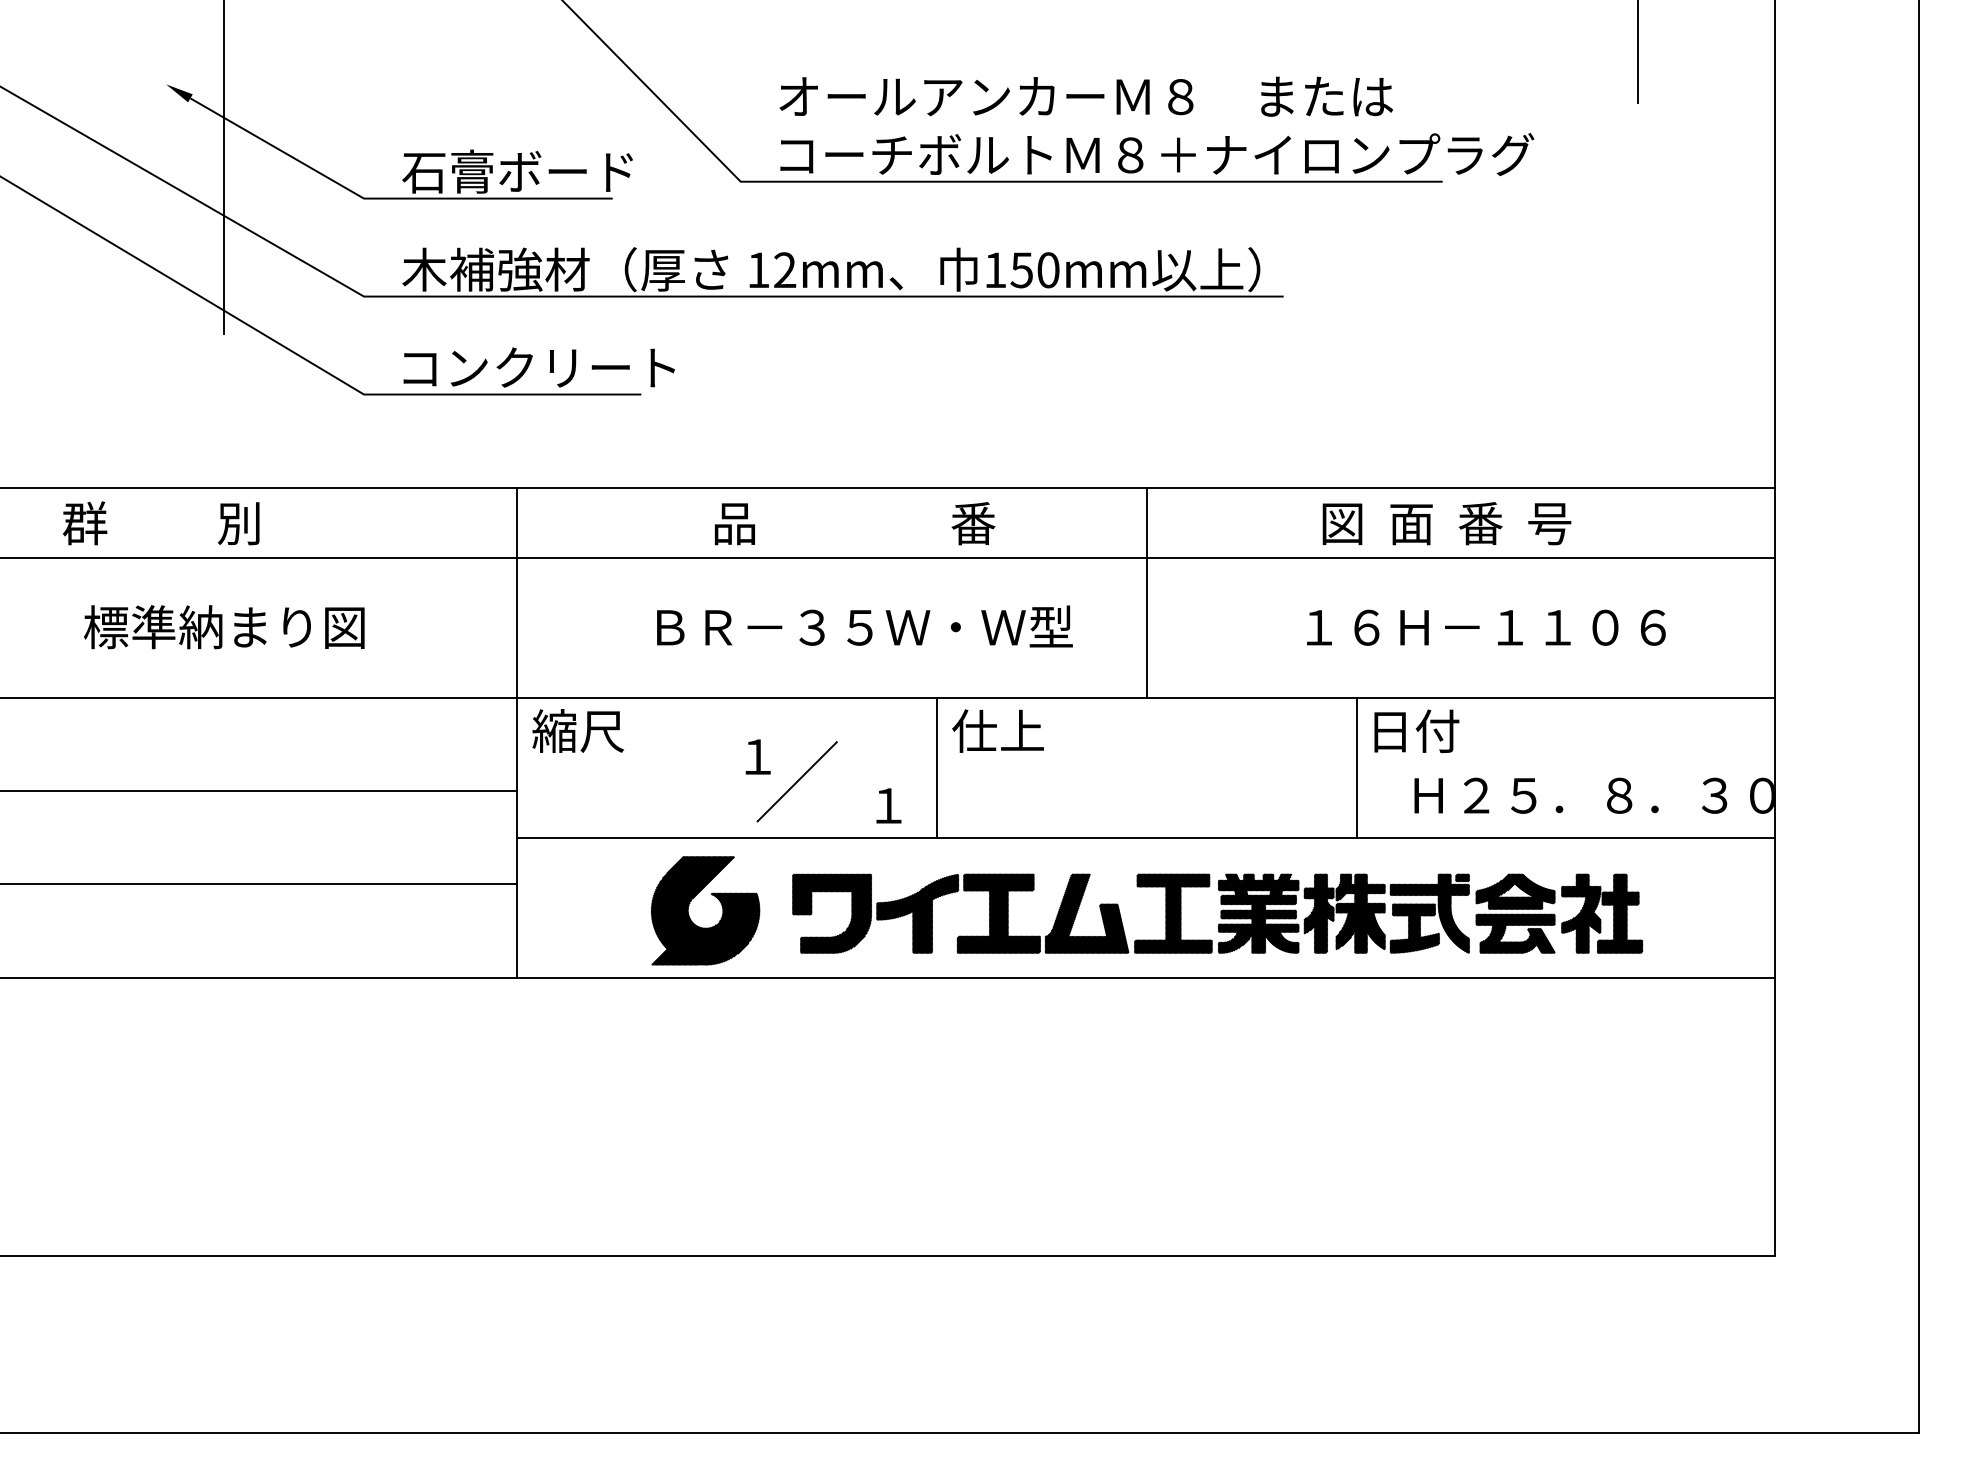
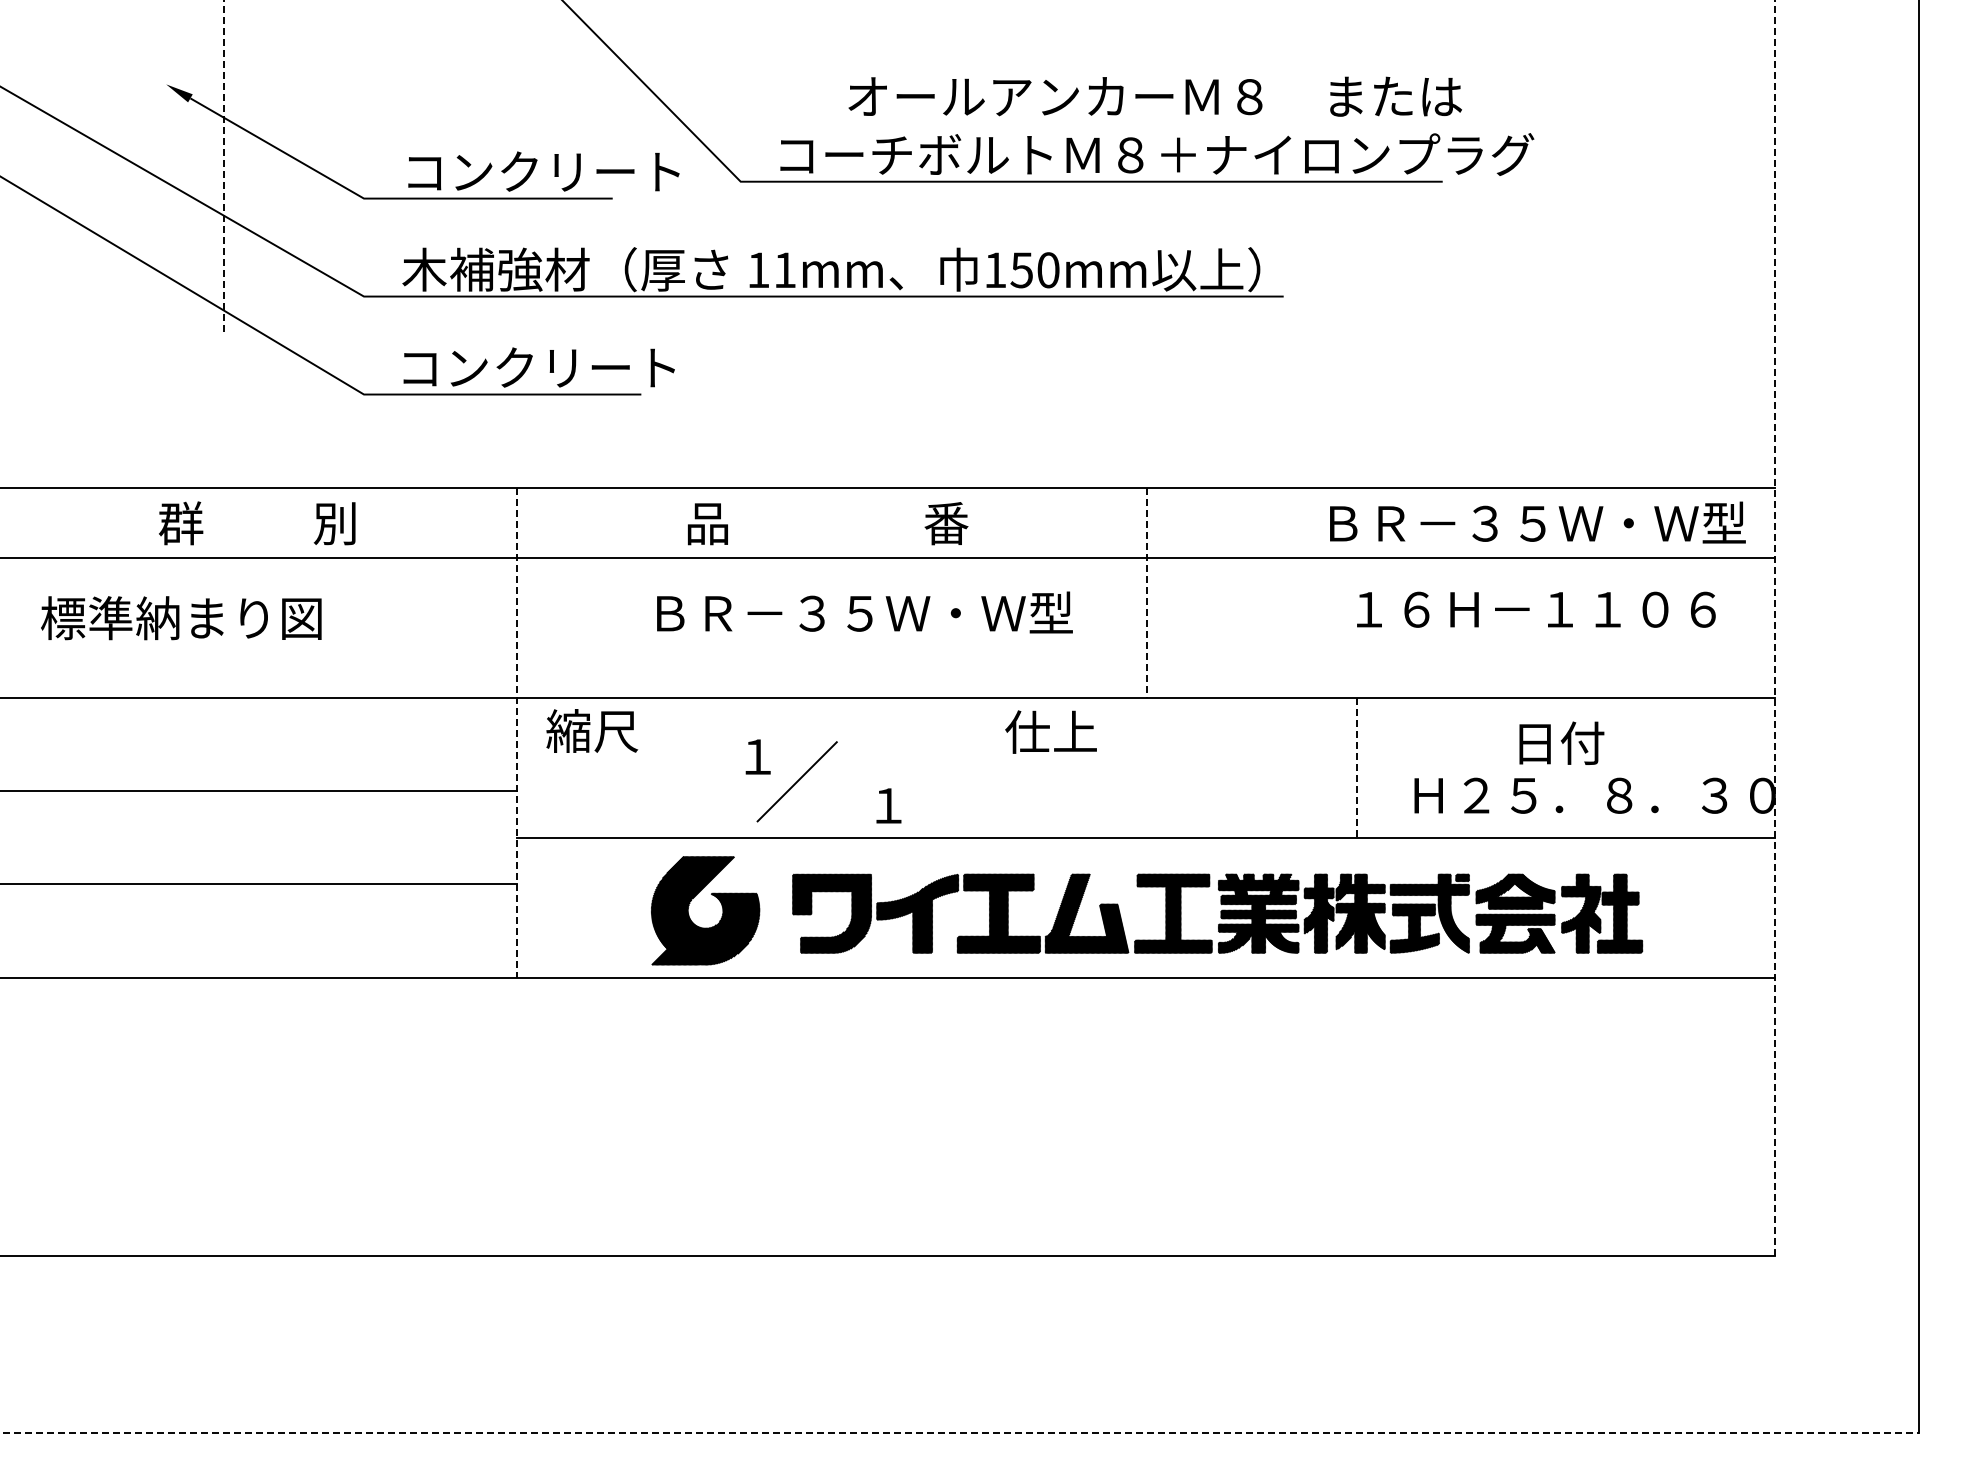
line at (1637, 52): present -> none
text at (1085, 96) position: (1085, 96) -> (1154, 96)
line at (224, 167): solid -> dashed
text at (540, 171): 石膏ボード -> コンクリート
text at (785, 269): 12mm -> 11mm
text at (161, 523) position: (161, 523) -> (257, 523)
text at (855, 523) position: (855, 523) -> (828, 523)
text at (1533, 523): 図  面  番  号 -> ＢＲ－３５Ｗ・Ｗ型
line at (1147, 592): solid -> dashed
text at (864, 626) position: (864, 626) -> (864, 612)
text at (224, 627) position: (224, 627) -> (181, 618)
text at (1486, 627) position: (1486, 627) -> (1536, 609)
line at (1775, 628): solid -> dashed
text at (578, 730) position: (578, 730) -> (592, 730)
text at (997, 730) position: (997, 730) -> (1050, 731)
text at (1416, 730) position: (1416, 730) -> (1561, 742)
line at (517, 732): solid -> dashed
line at (937, 767): present -> none
line at (1357, 767): solid -> dashed
line at (959, 1432): solid -> dashed
